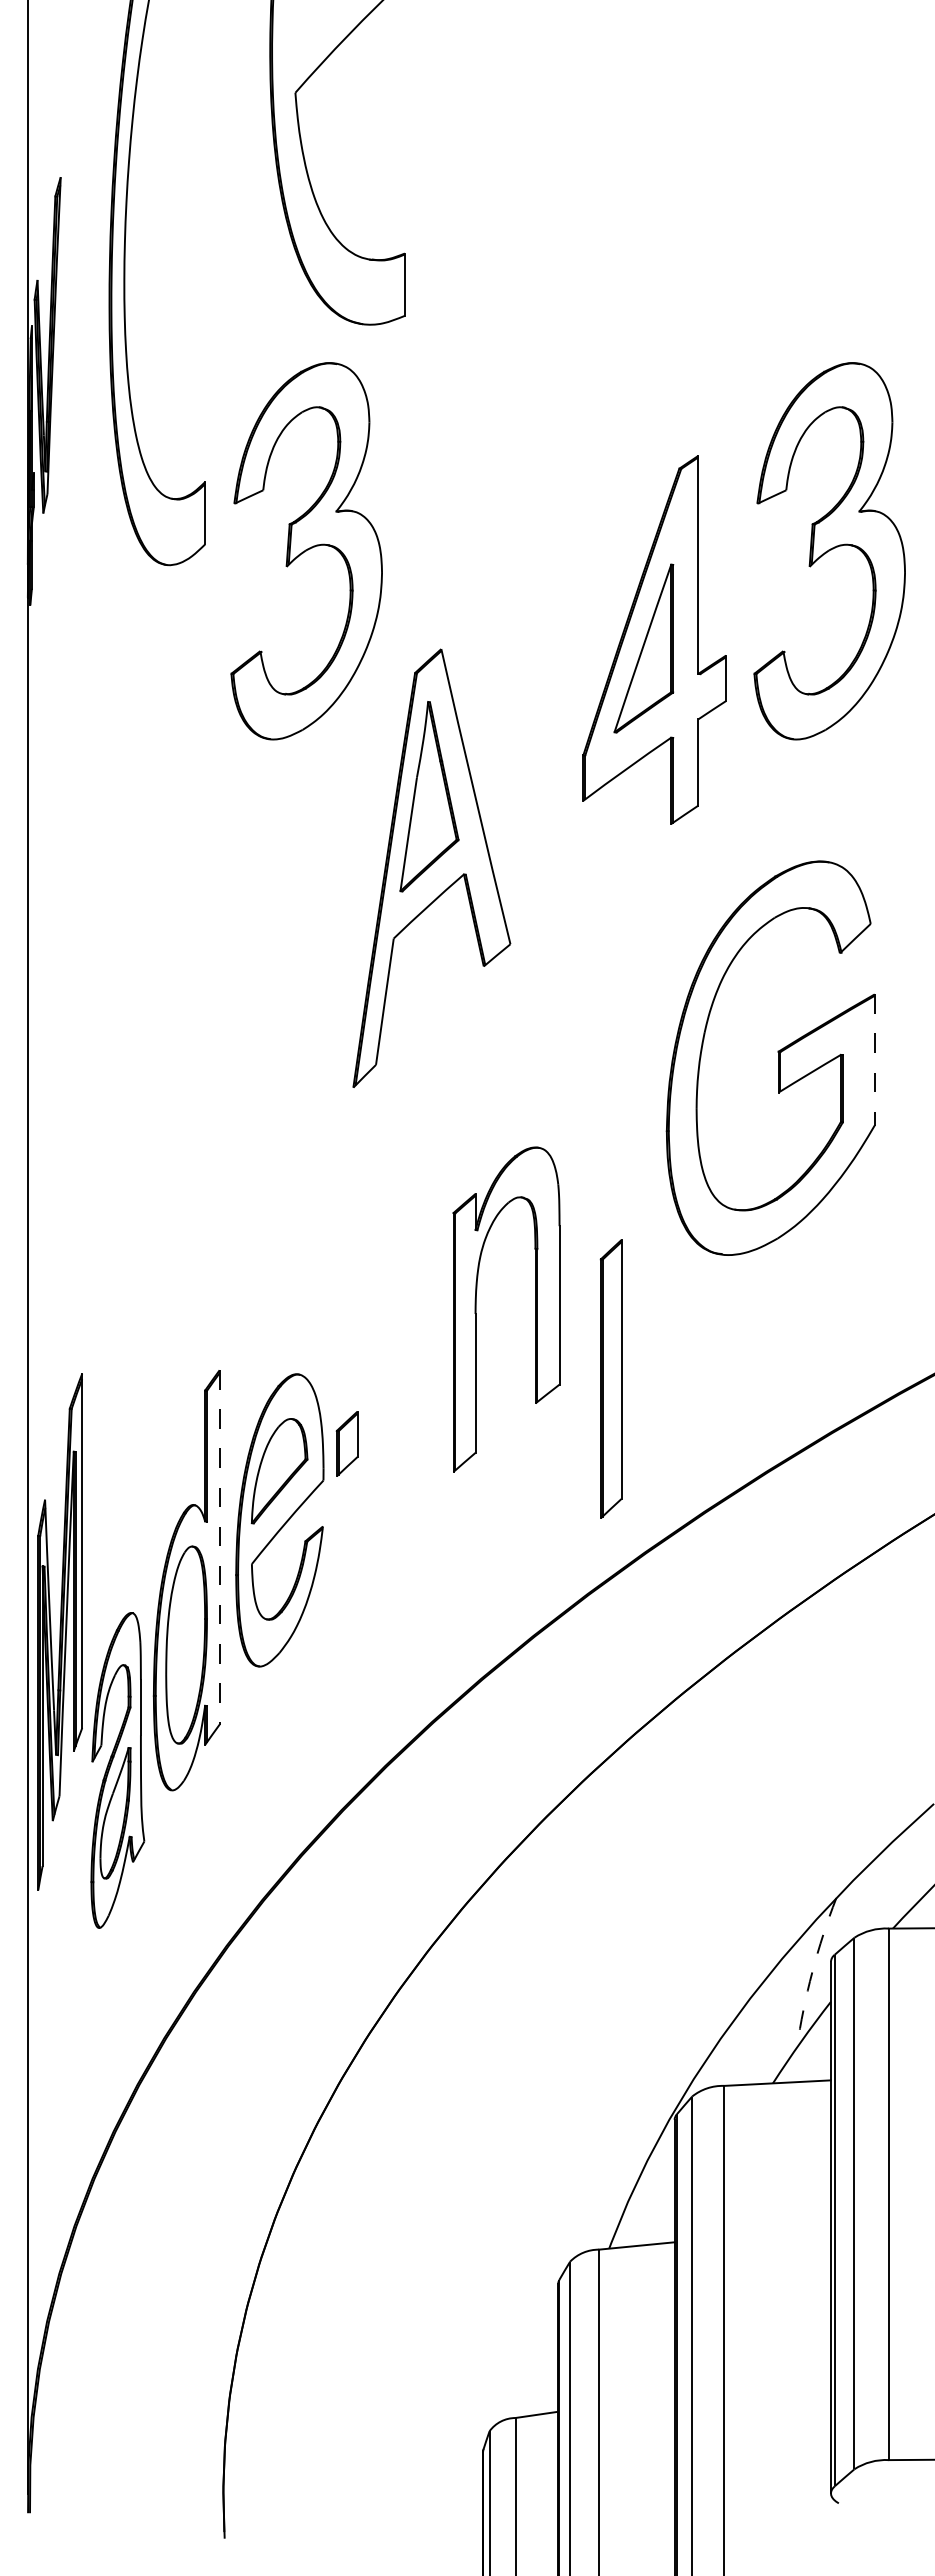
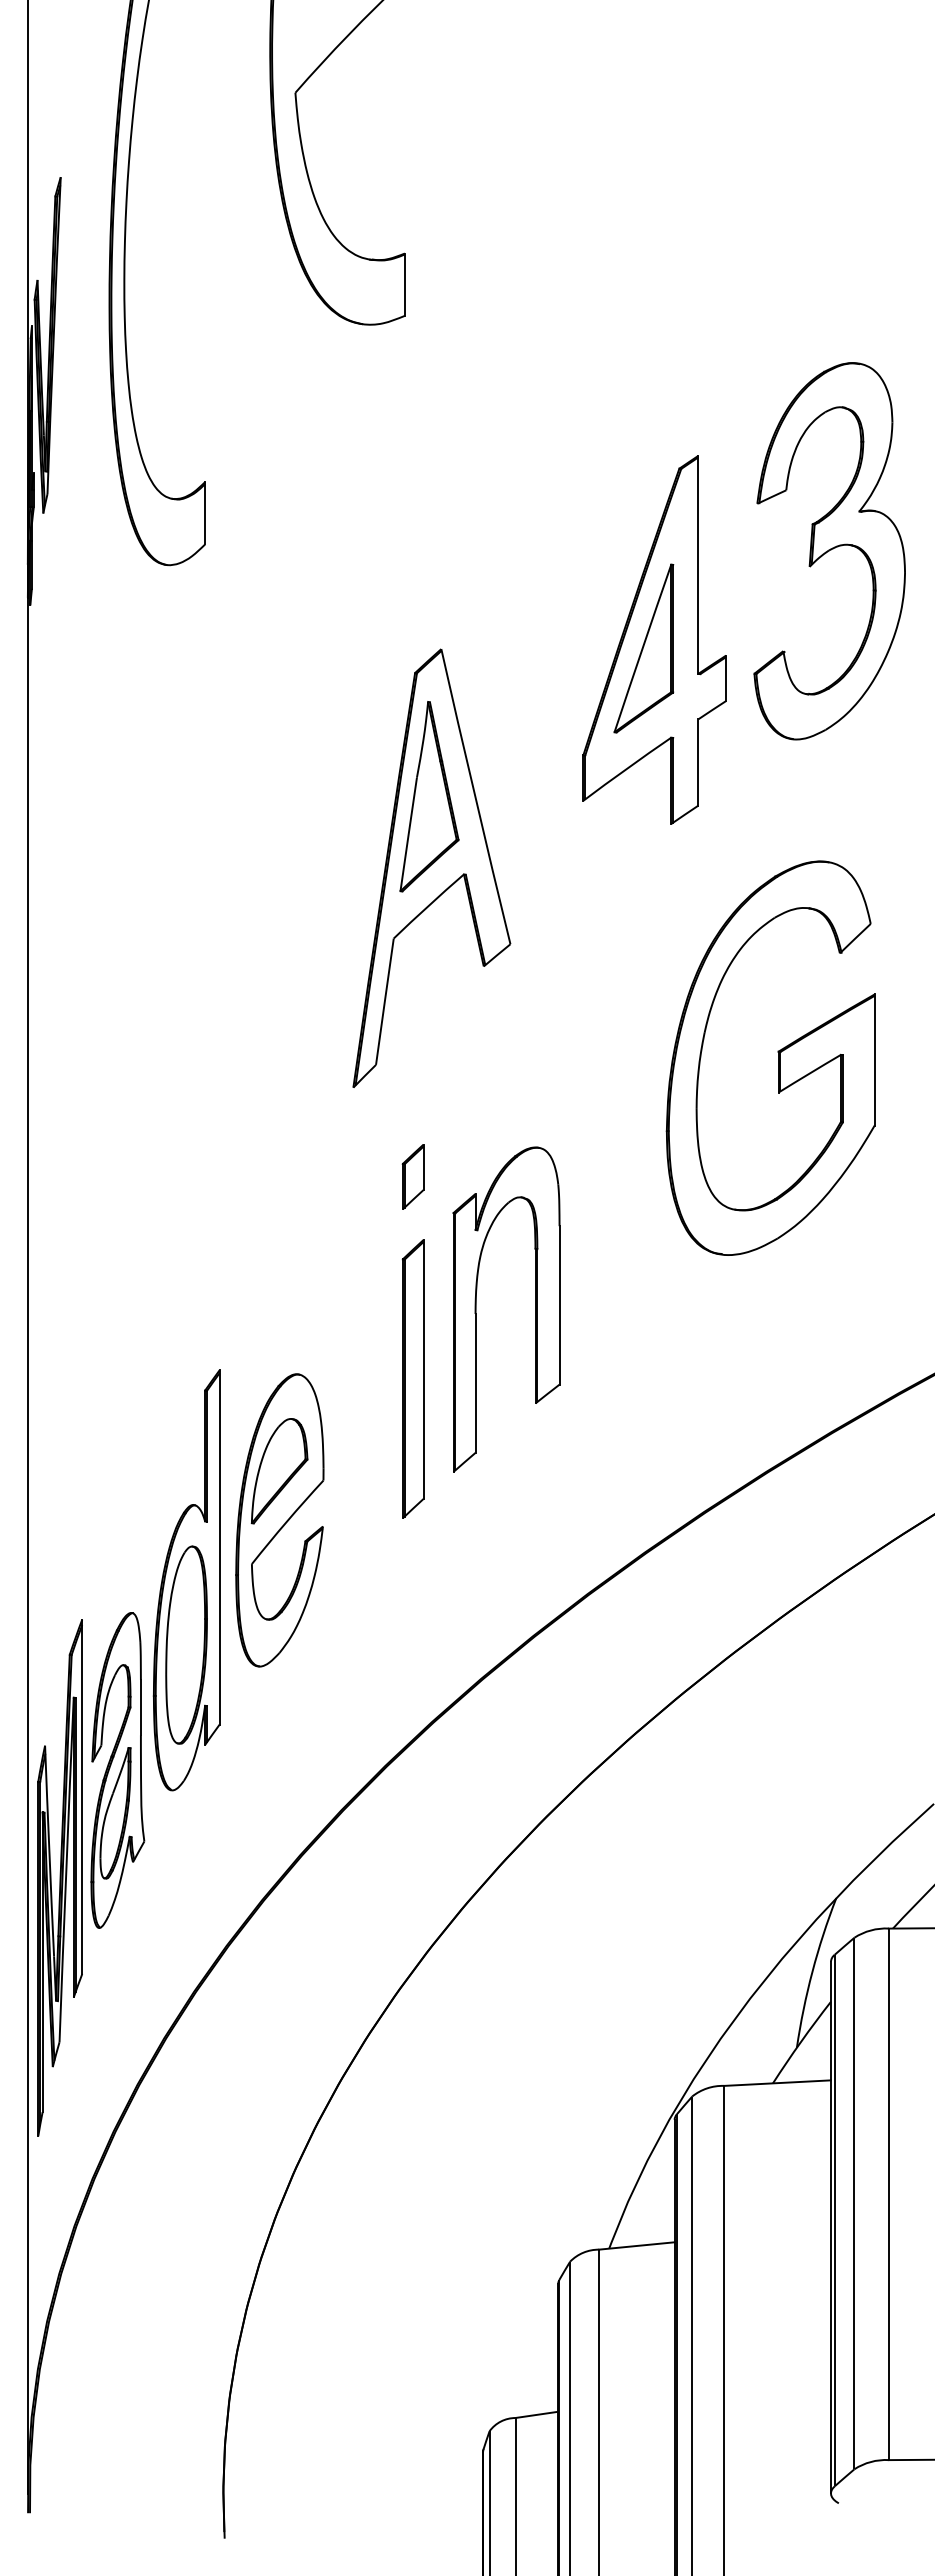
part at (306, 551): present -> none
line at (874, 1059): dashed -> solid
part at (610, 1378) position: (610, 1378) -> (412, 1378)
part at (346, 1443) position: (346, 1443) -> (412, 1176)
line at (219, 1547): dashed -> solid
part at (59, 1631) position: (59, 1631) -> (59, 1877)
arc at (812, 1971): dashed -> solid
